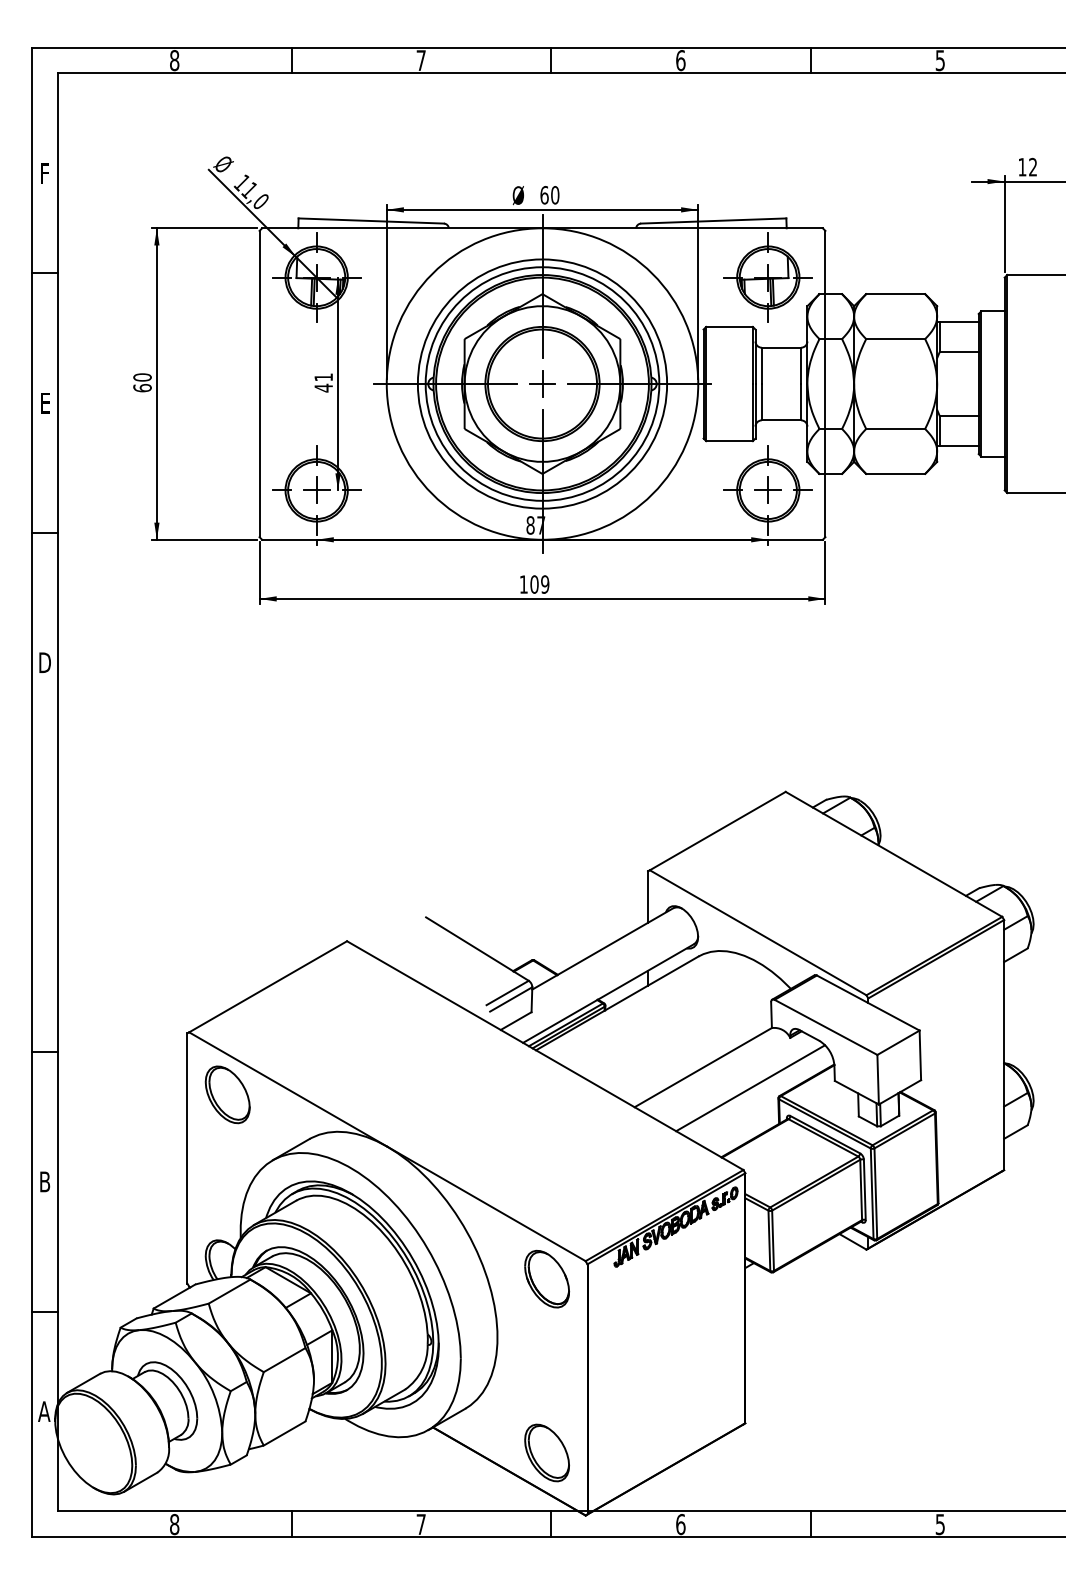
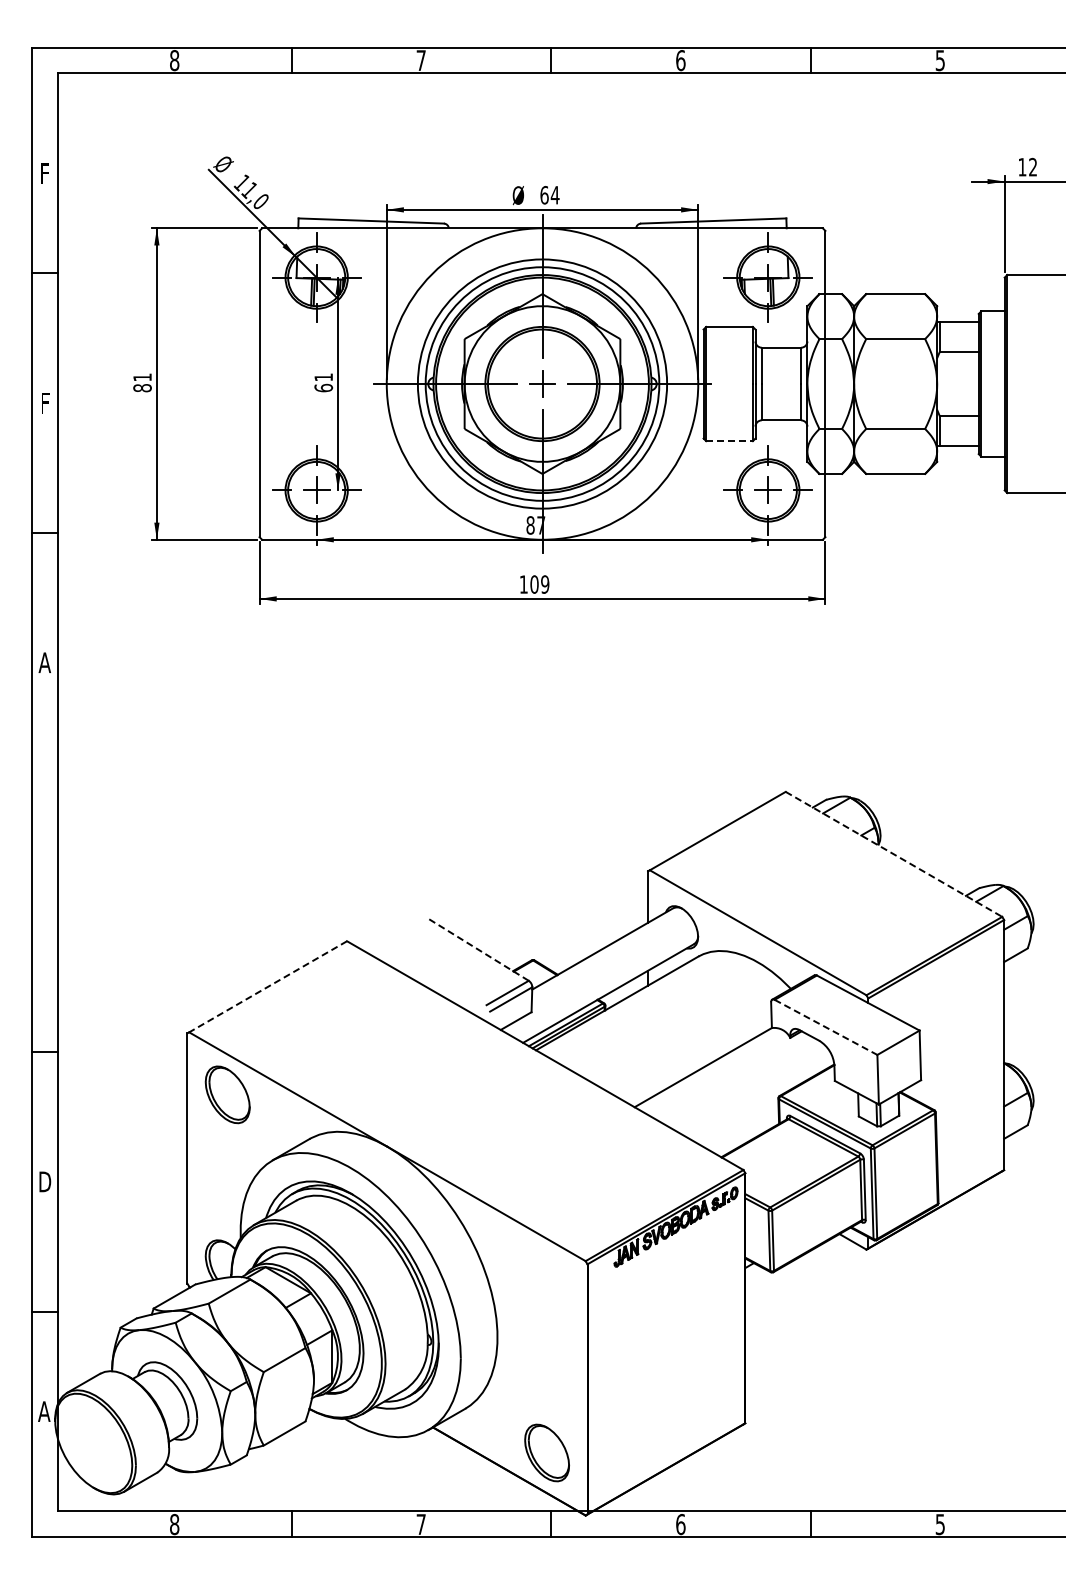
text at (554, 195): 60 -> 64
text at (142, 382): 60 -> 81
text at (323, 387): 41 -> 61
text at (45, 403): E -> F
line at (730, 441): solid -> dashed
text at (44, 662): D -> A
line at (894, 854): solid -> dashed
line at (477, 948): solid -> dashed
line at (267, 987): solid -> dashed
line at (826, 1027): solid -> dashed
line at (750, 1088): present -> none
text at (45, 1181): B -> D
part at (546, 1278): present -> none
